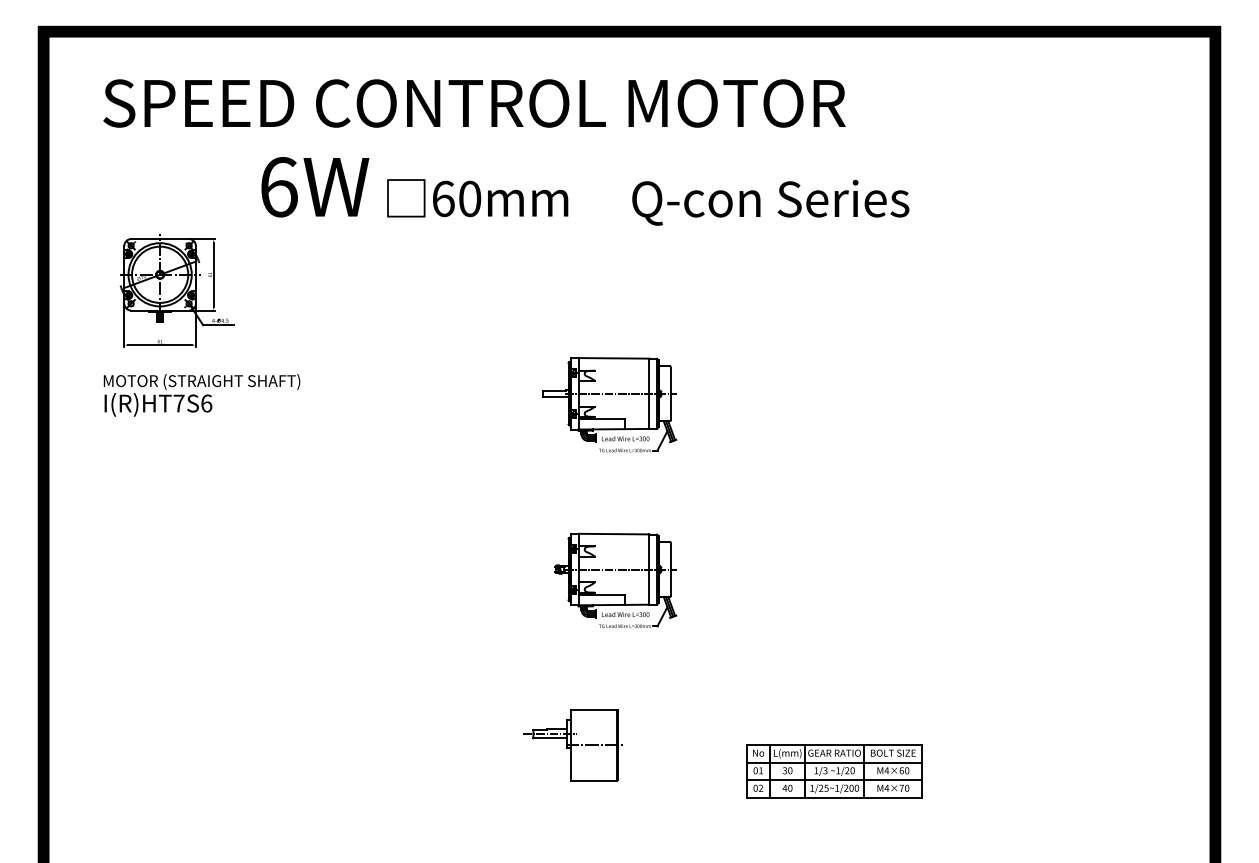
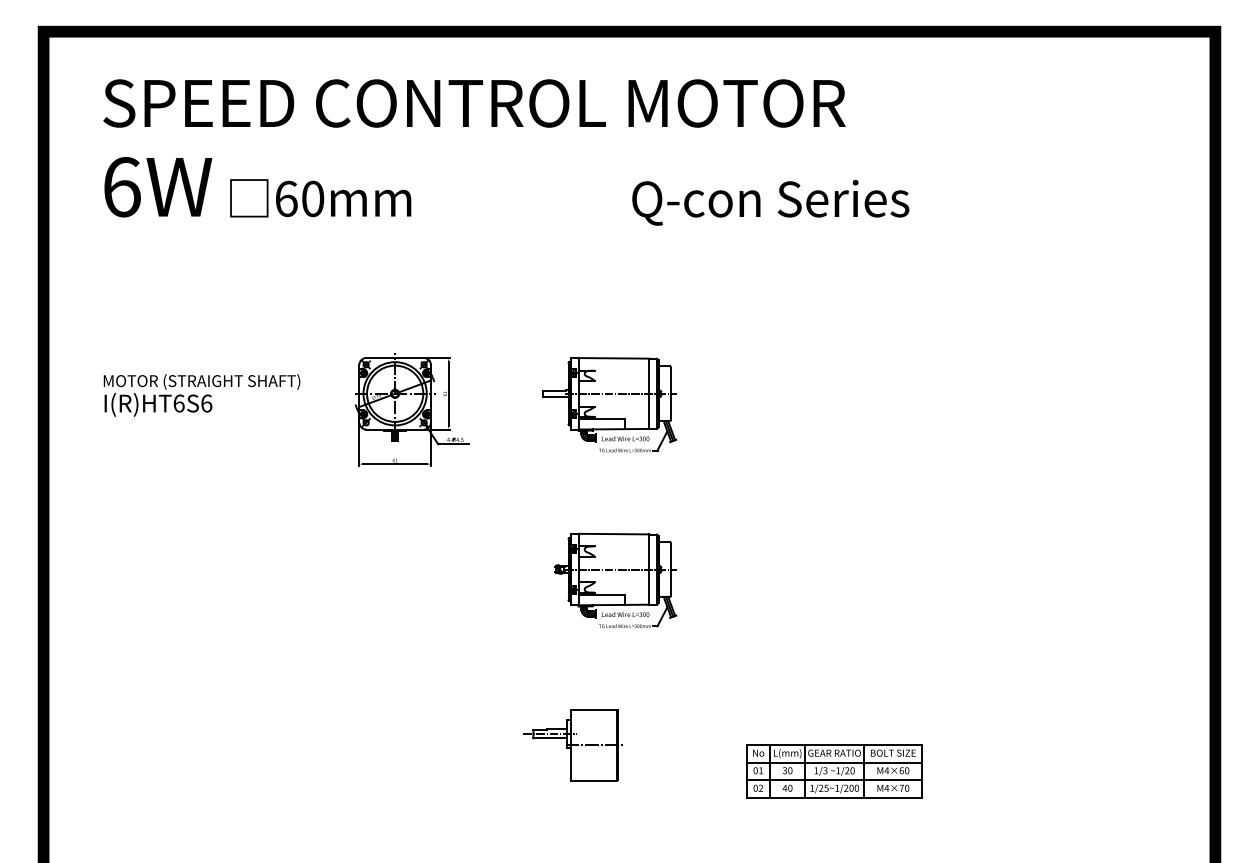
text at (414, 187) position: (414, 187) -> (257, 187)
part at (176, 290) position: (176, 290) -> (411, 409)
text at (178, 403): I(R)HT7S6 -> I(R)HT6S6
